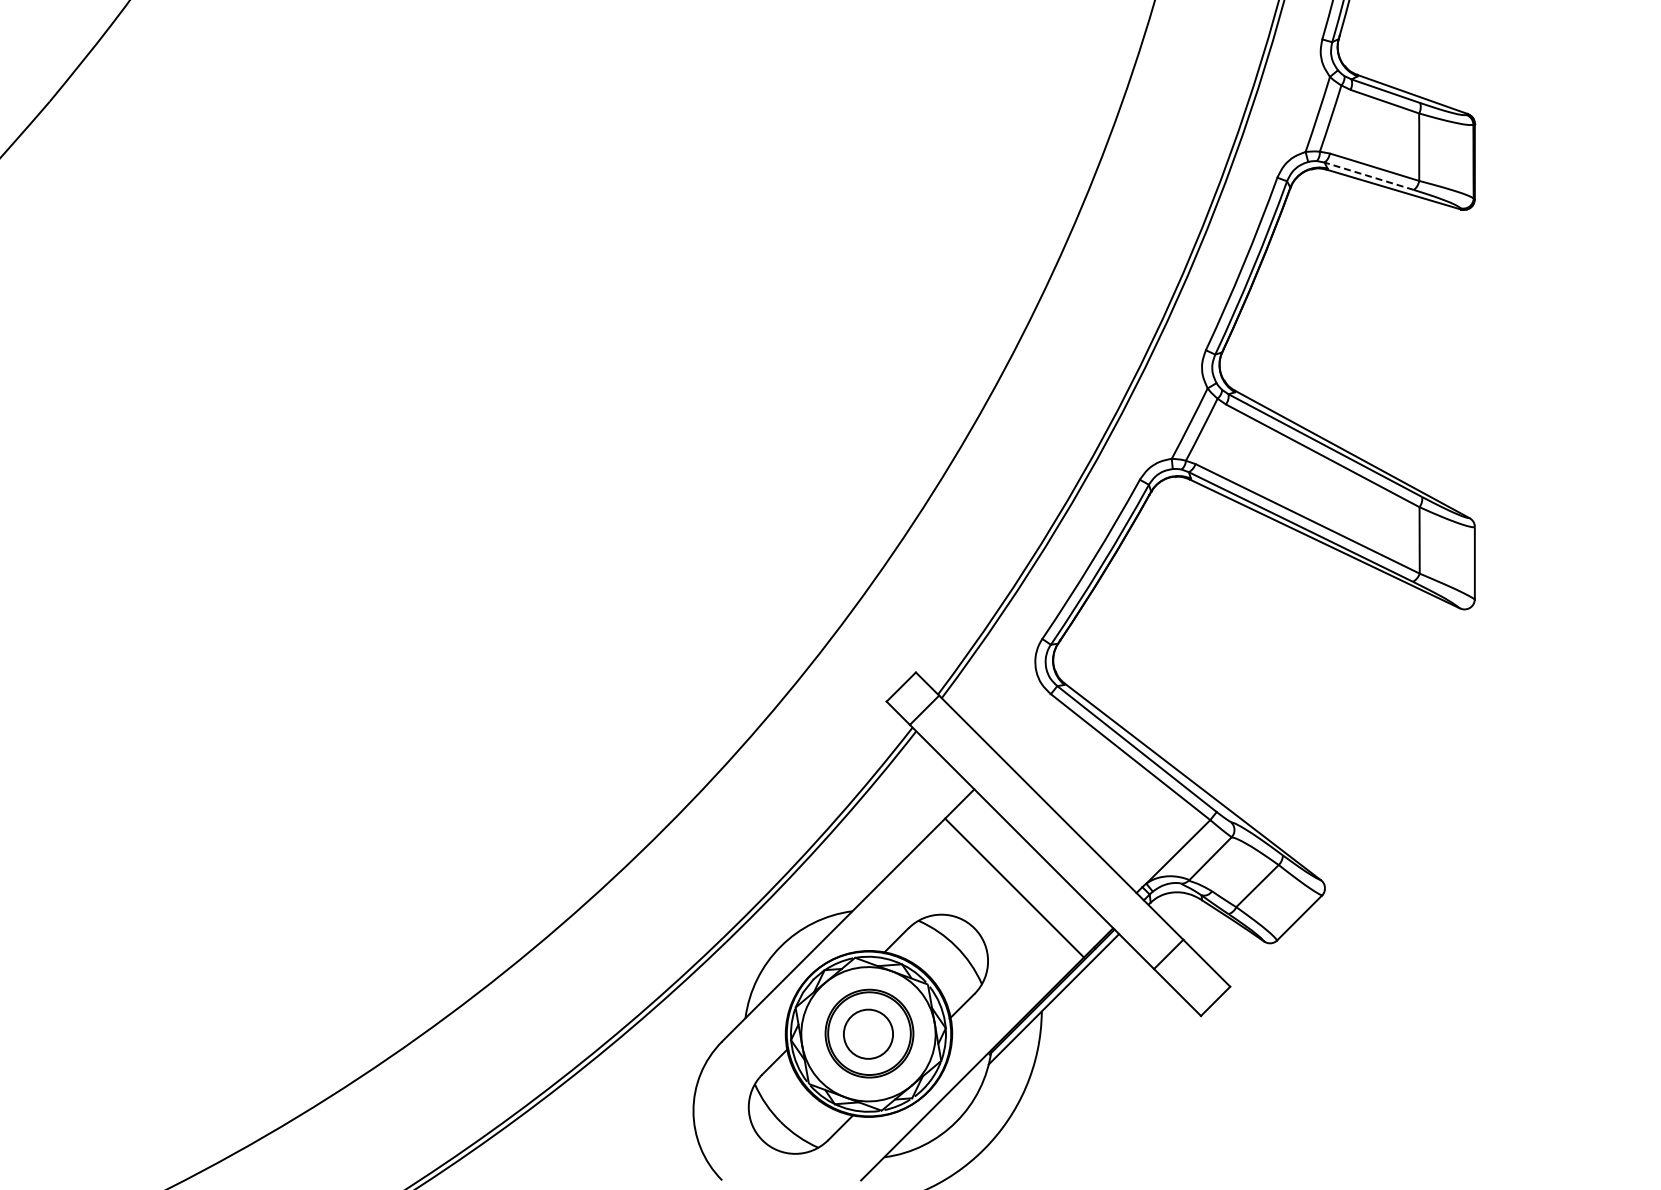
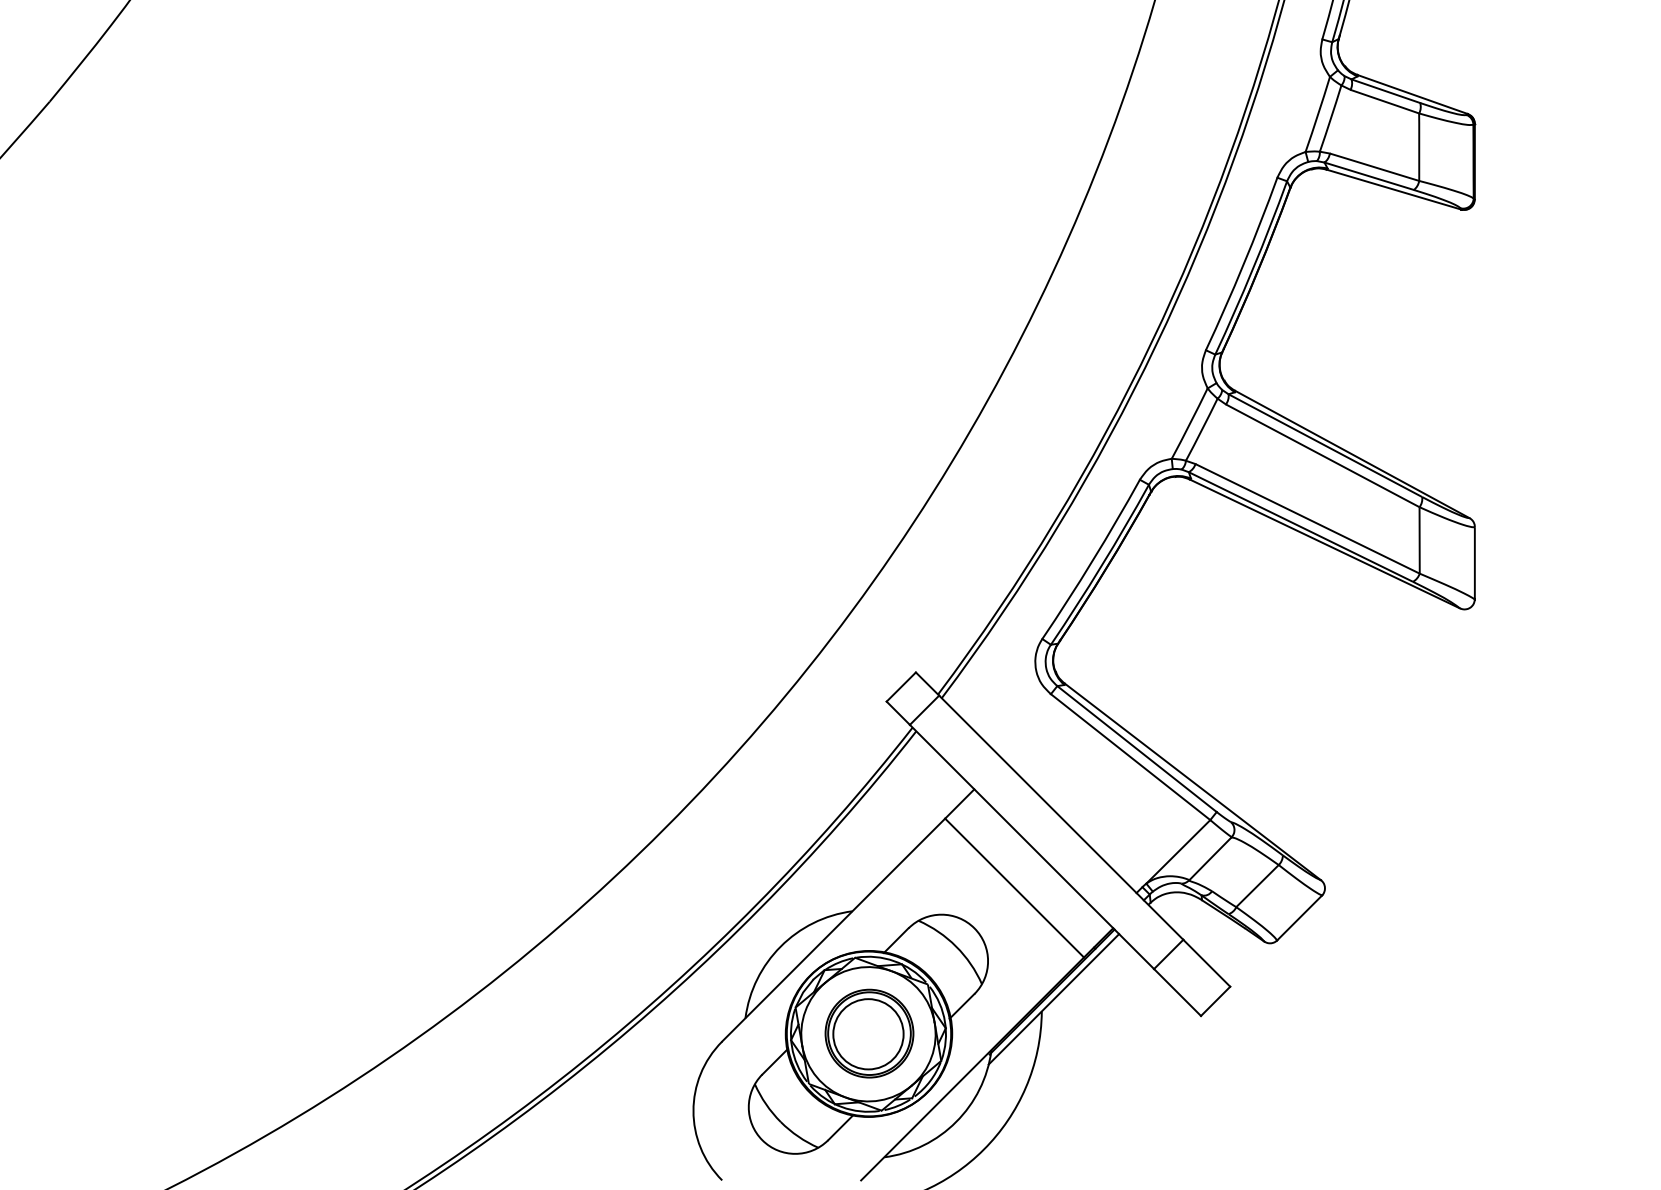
line at (1369, 176): dashed -> solid
circle at (868, 1033) diameter: 49 px -> 70 px
